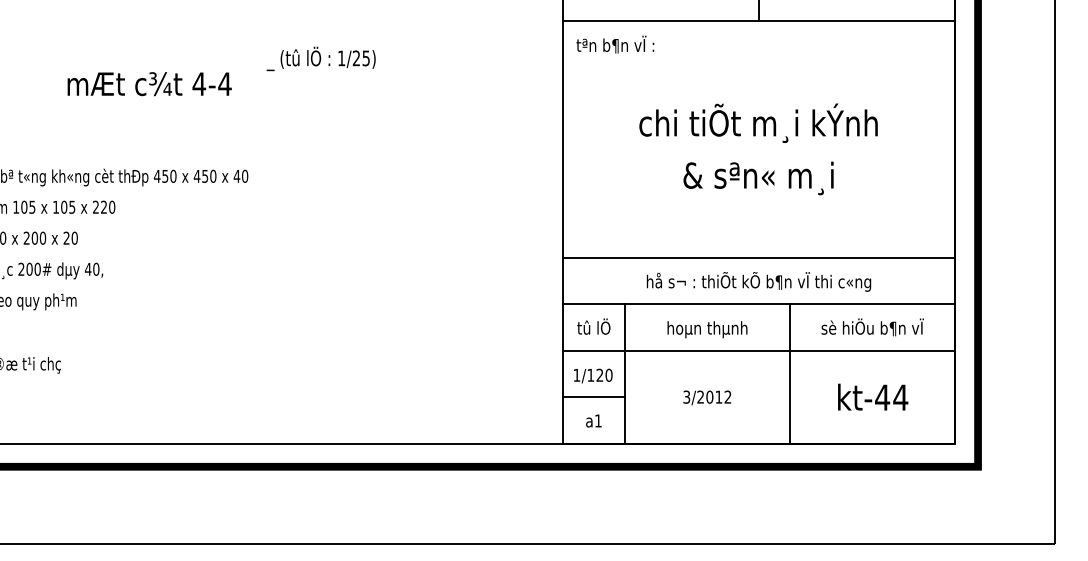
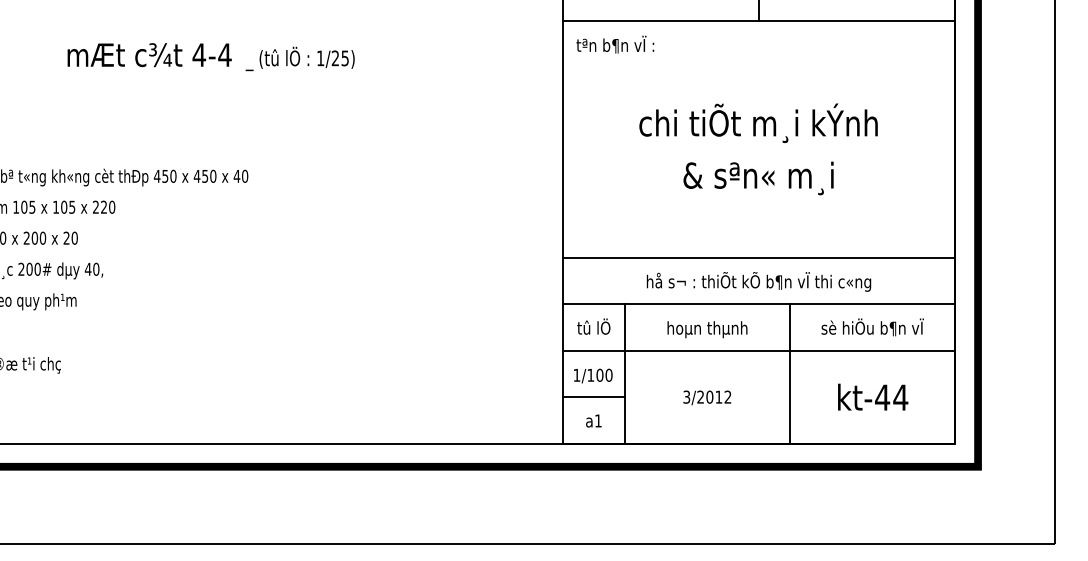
text at (320, 58) position: (320, 58) -> (299, 58)
text at (149, 84) position: (149, 84) -> (149, 55)
text at (599, 374): 1/120 -> 1/100
